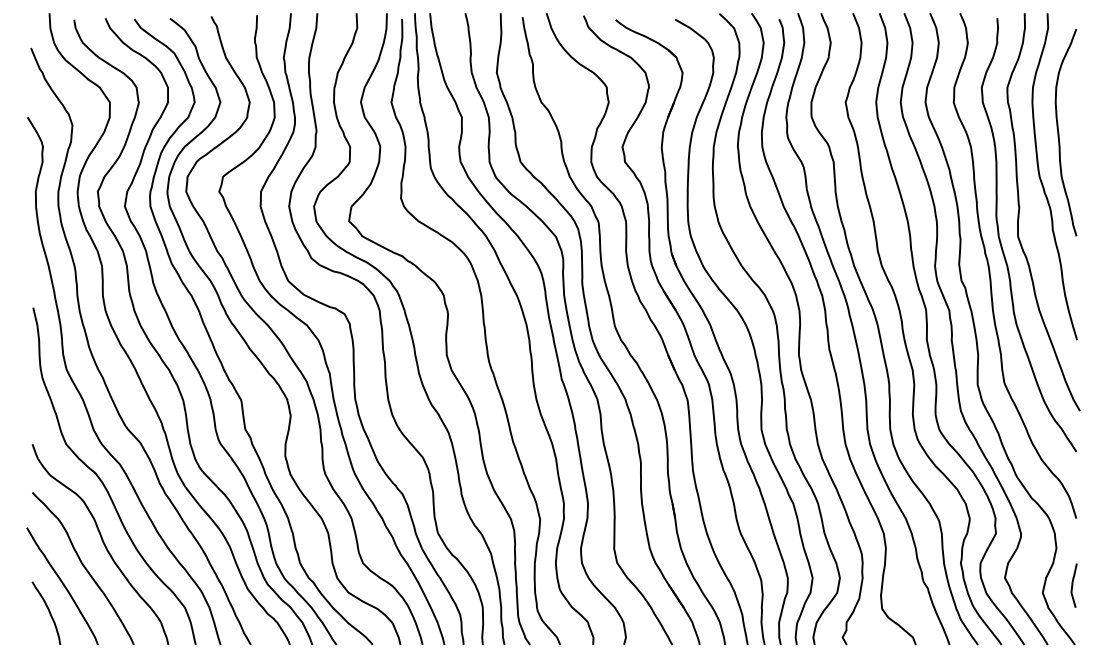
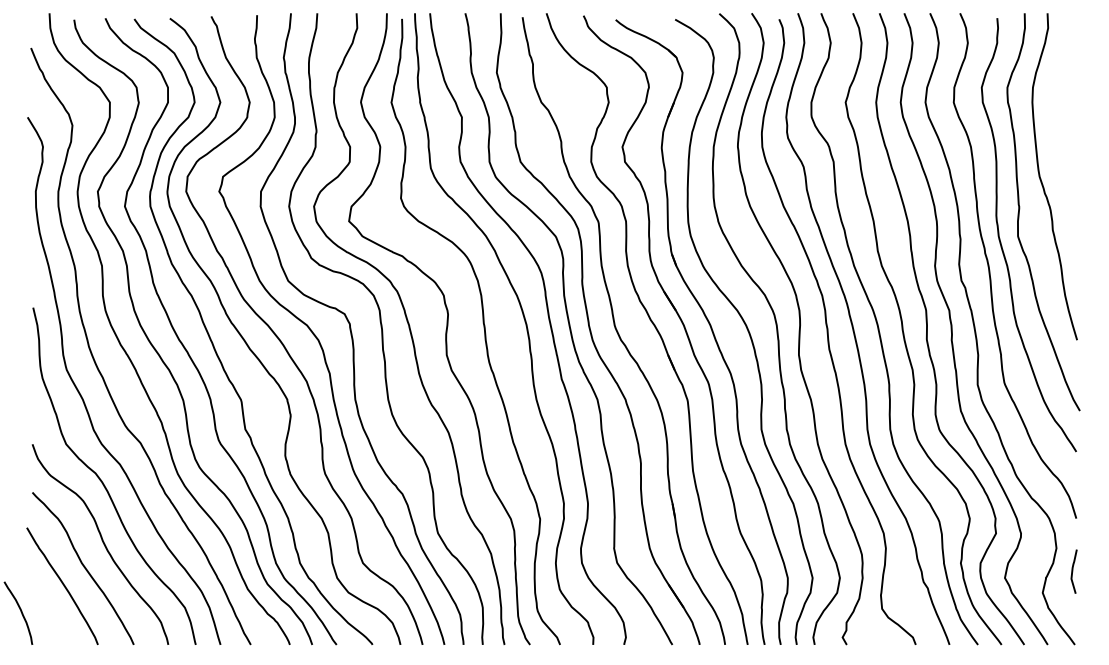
curve at (1059, 132): present -> none
curve at (1073, 585) position: (1073, 585) -> (1073, 571)
curve at (48, 612) position: (48, 612) -> (20, 612)
